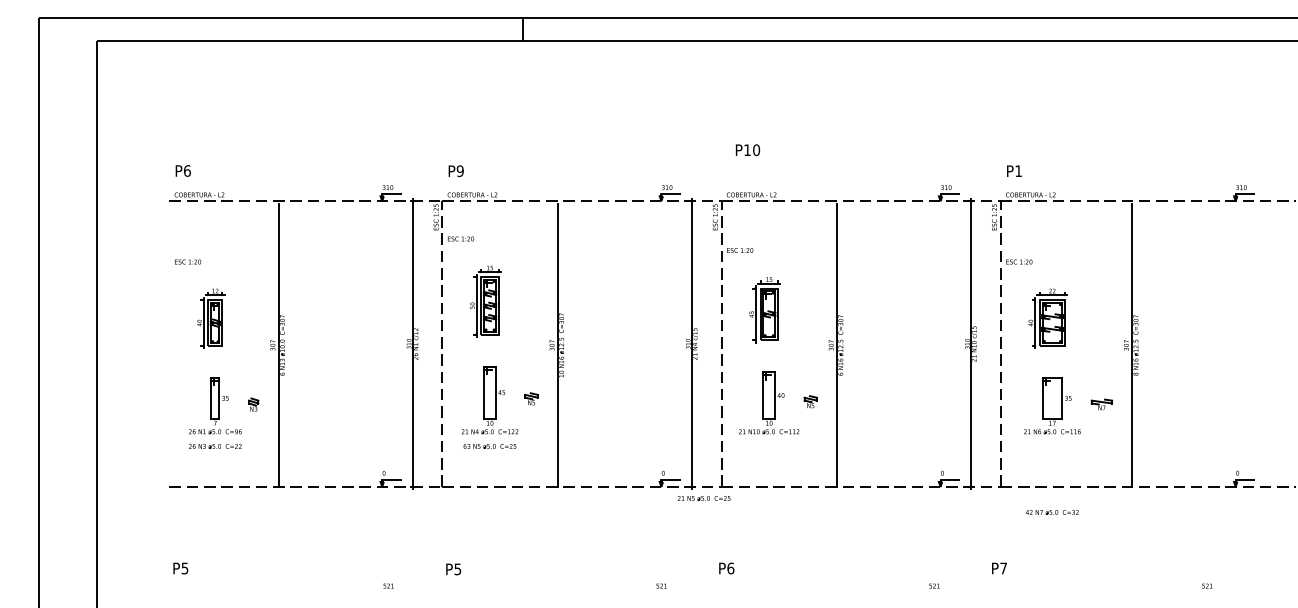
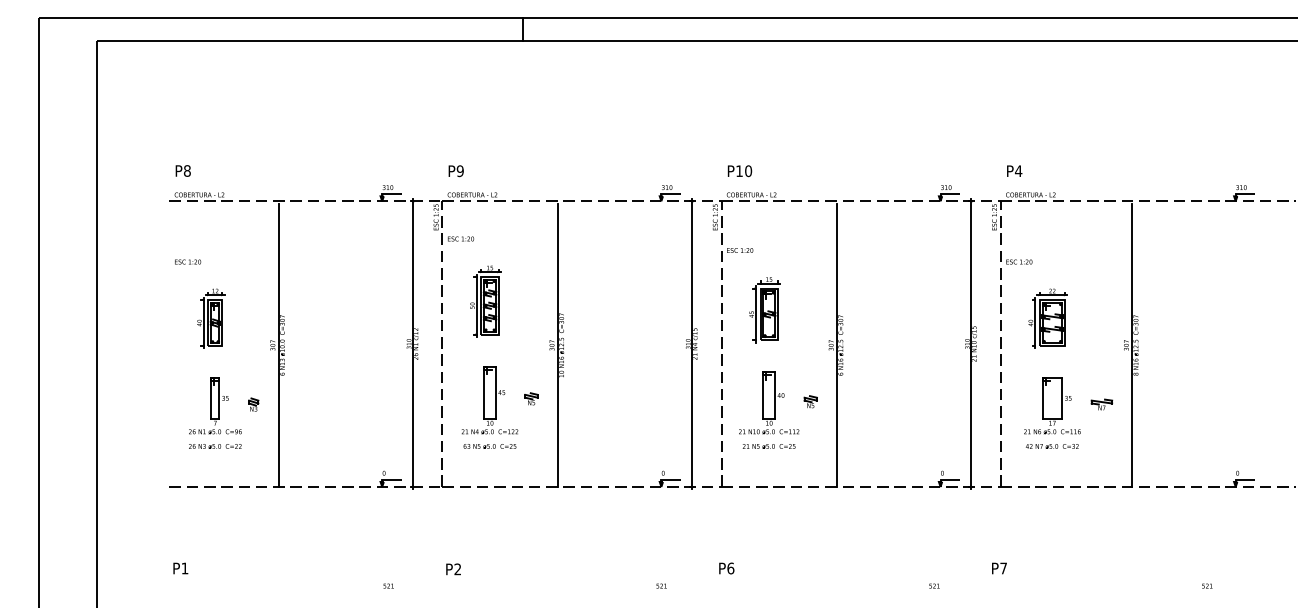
text at (747, 150) position: (747, 150) -> (739, 171)
text at (186, 170): P6 -> P8
text at (1018, 170): P1 -> P4
text at (703, 498) position: (703, 498) -> (768, 446)
text at (1052, 512) position: (1052, 512) -> (1052, 446)
text at (184, 568): P5 -> P1
text at (457, 569): P5 -> P2
